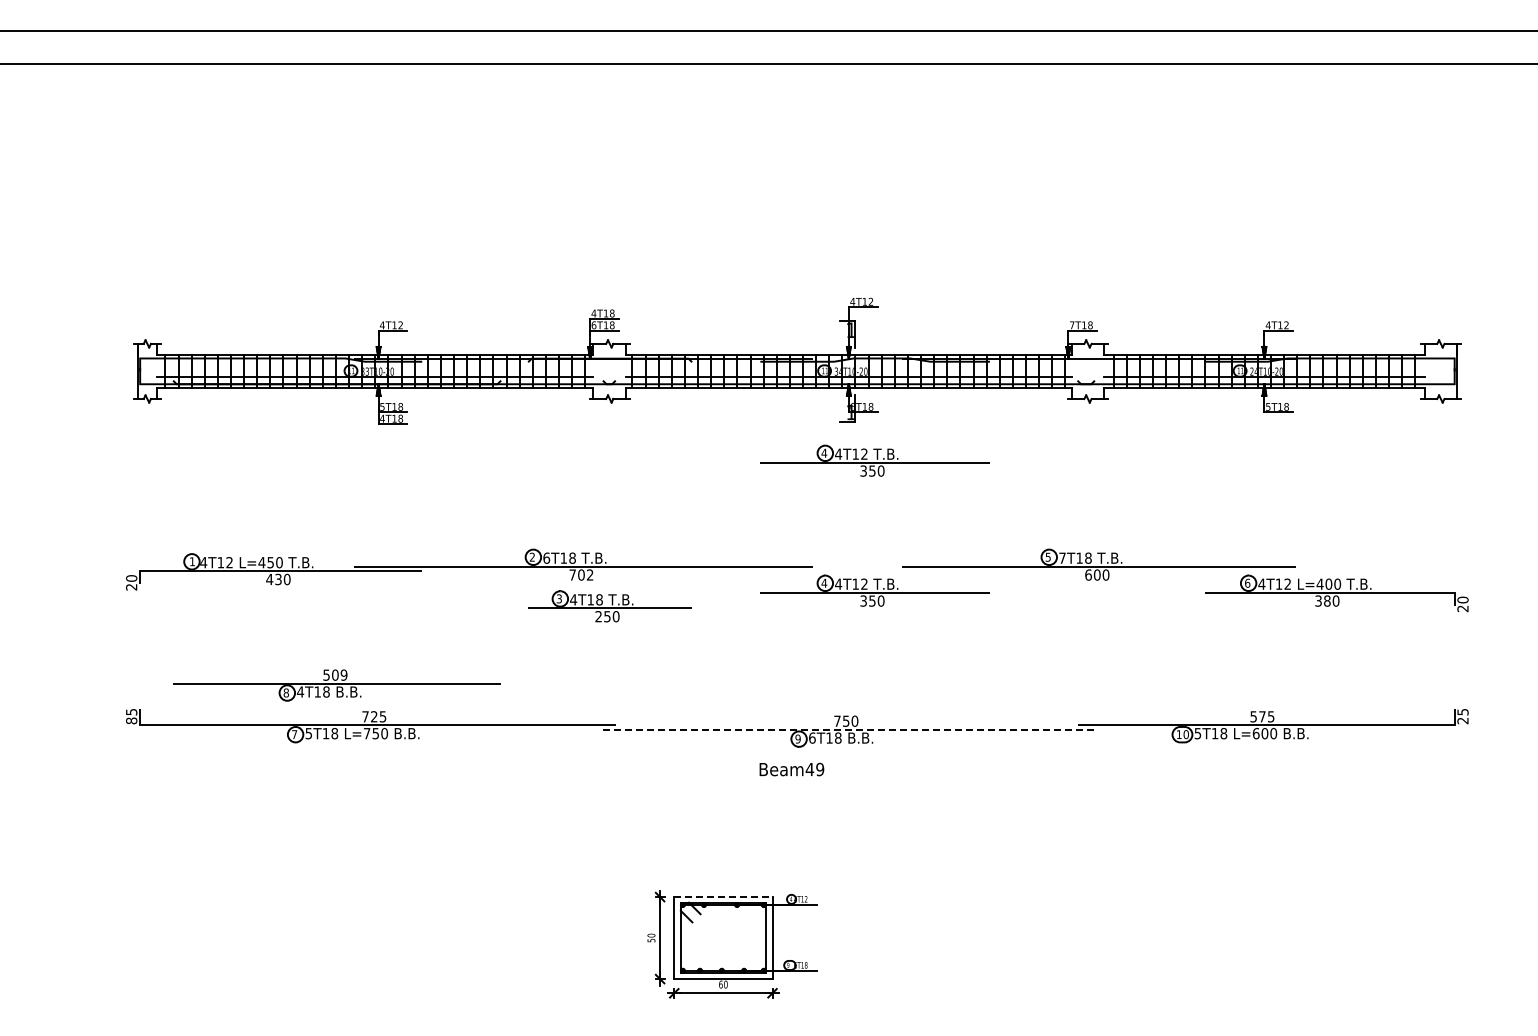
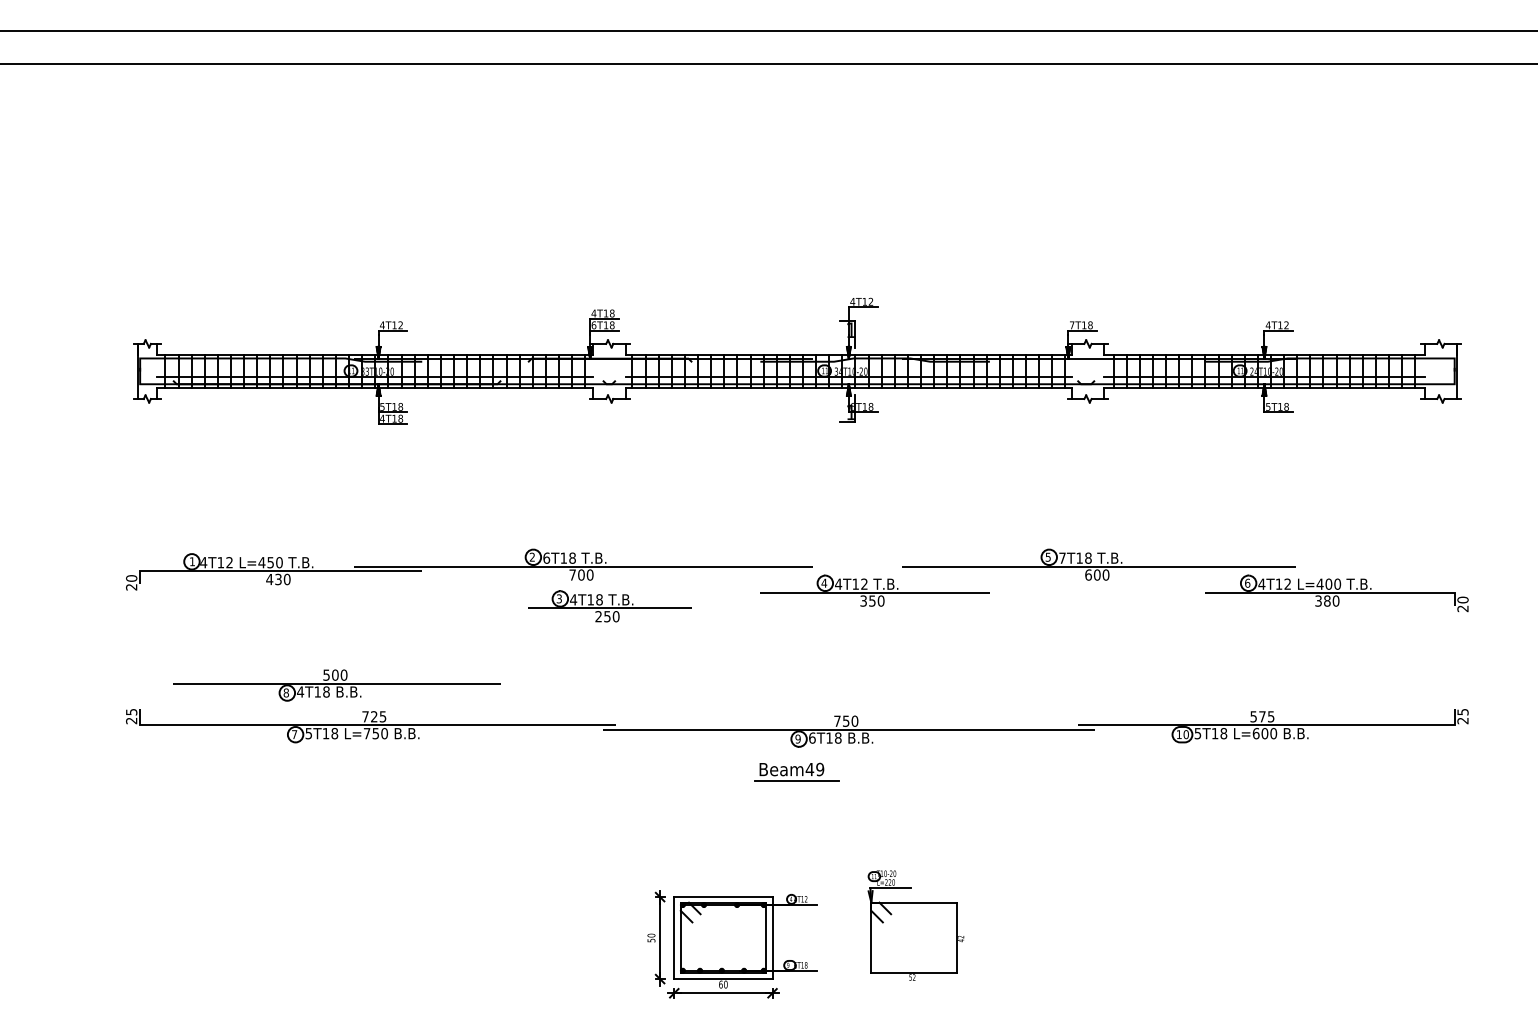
part at (874, 460): present -> none
text at (589, 574): 702 -> 700
text at (343, 674): 509 -> 500
text at (131, 720): 85 -> 25
line at (848, 729): dashed -> solid
line at (797, 781): none -> present
line at (723, 897): dashed -> solid
part at (915, 925): none -> present
